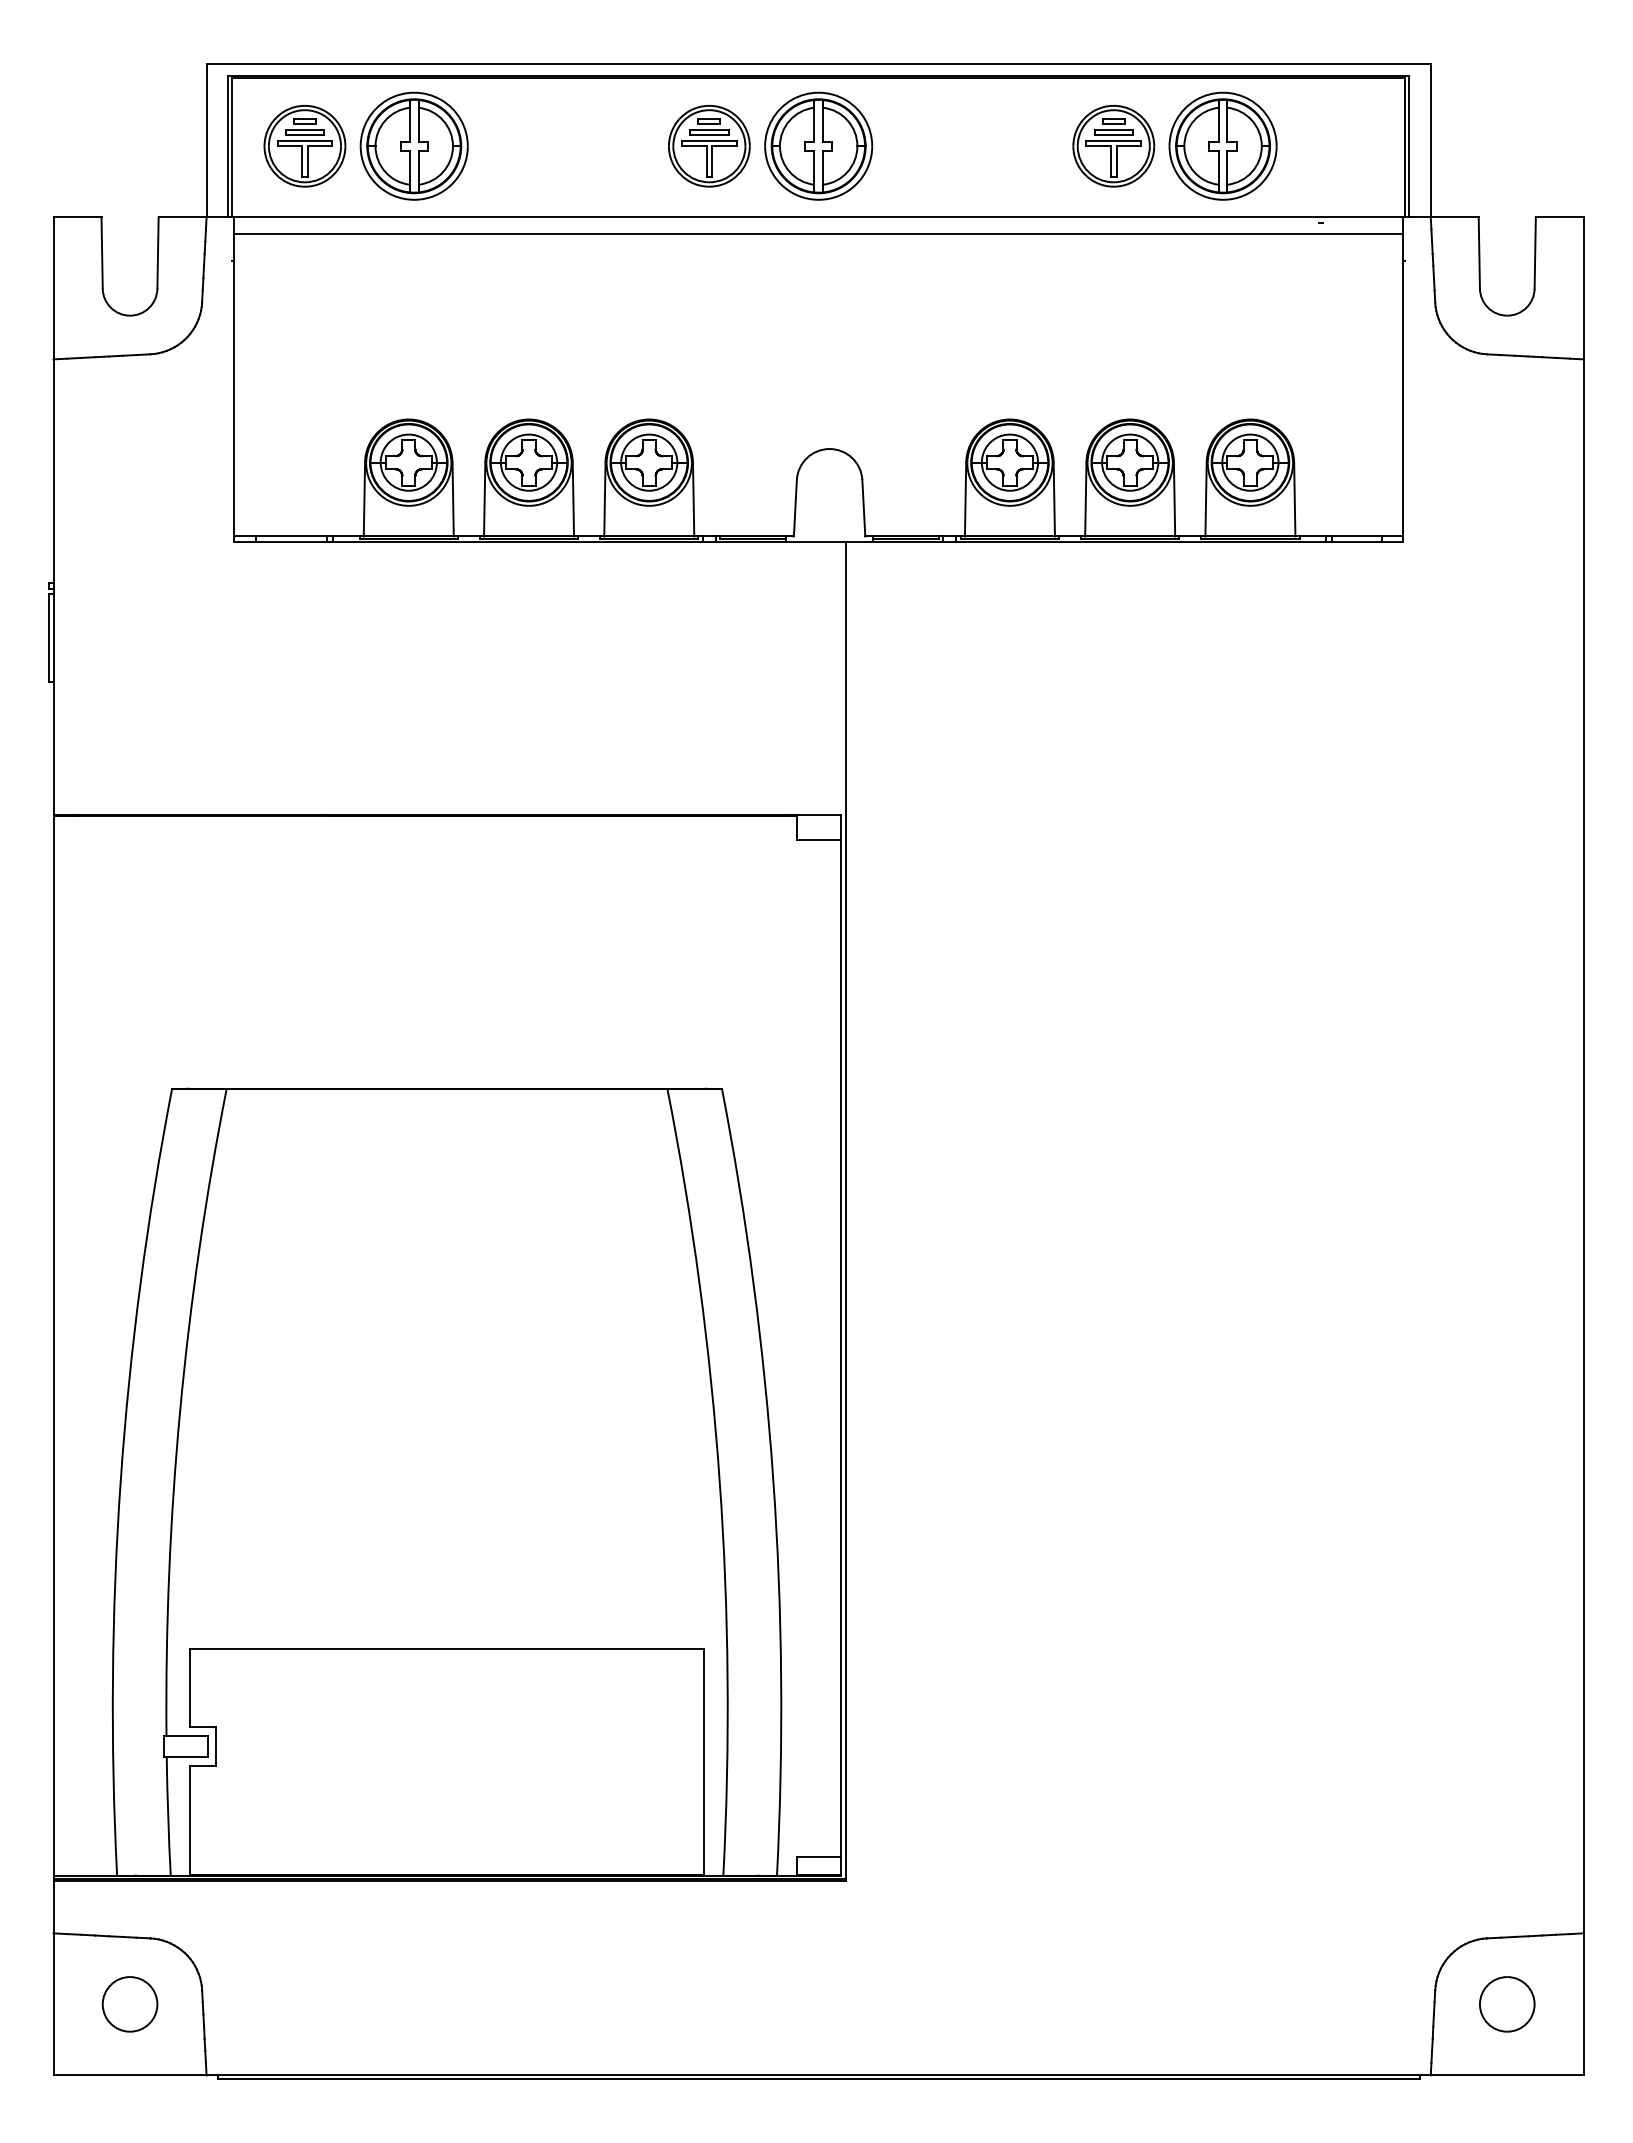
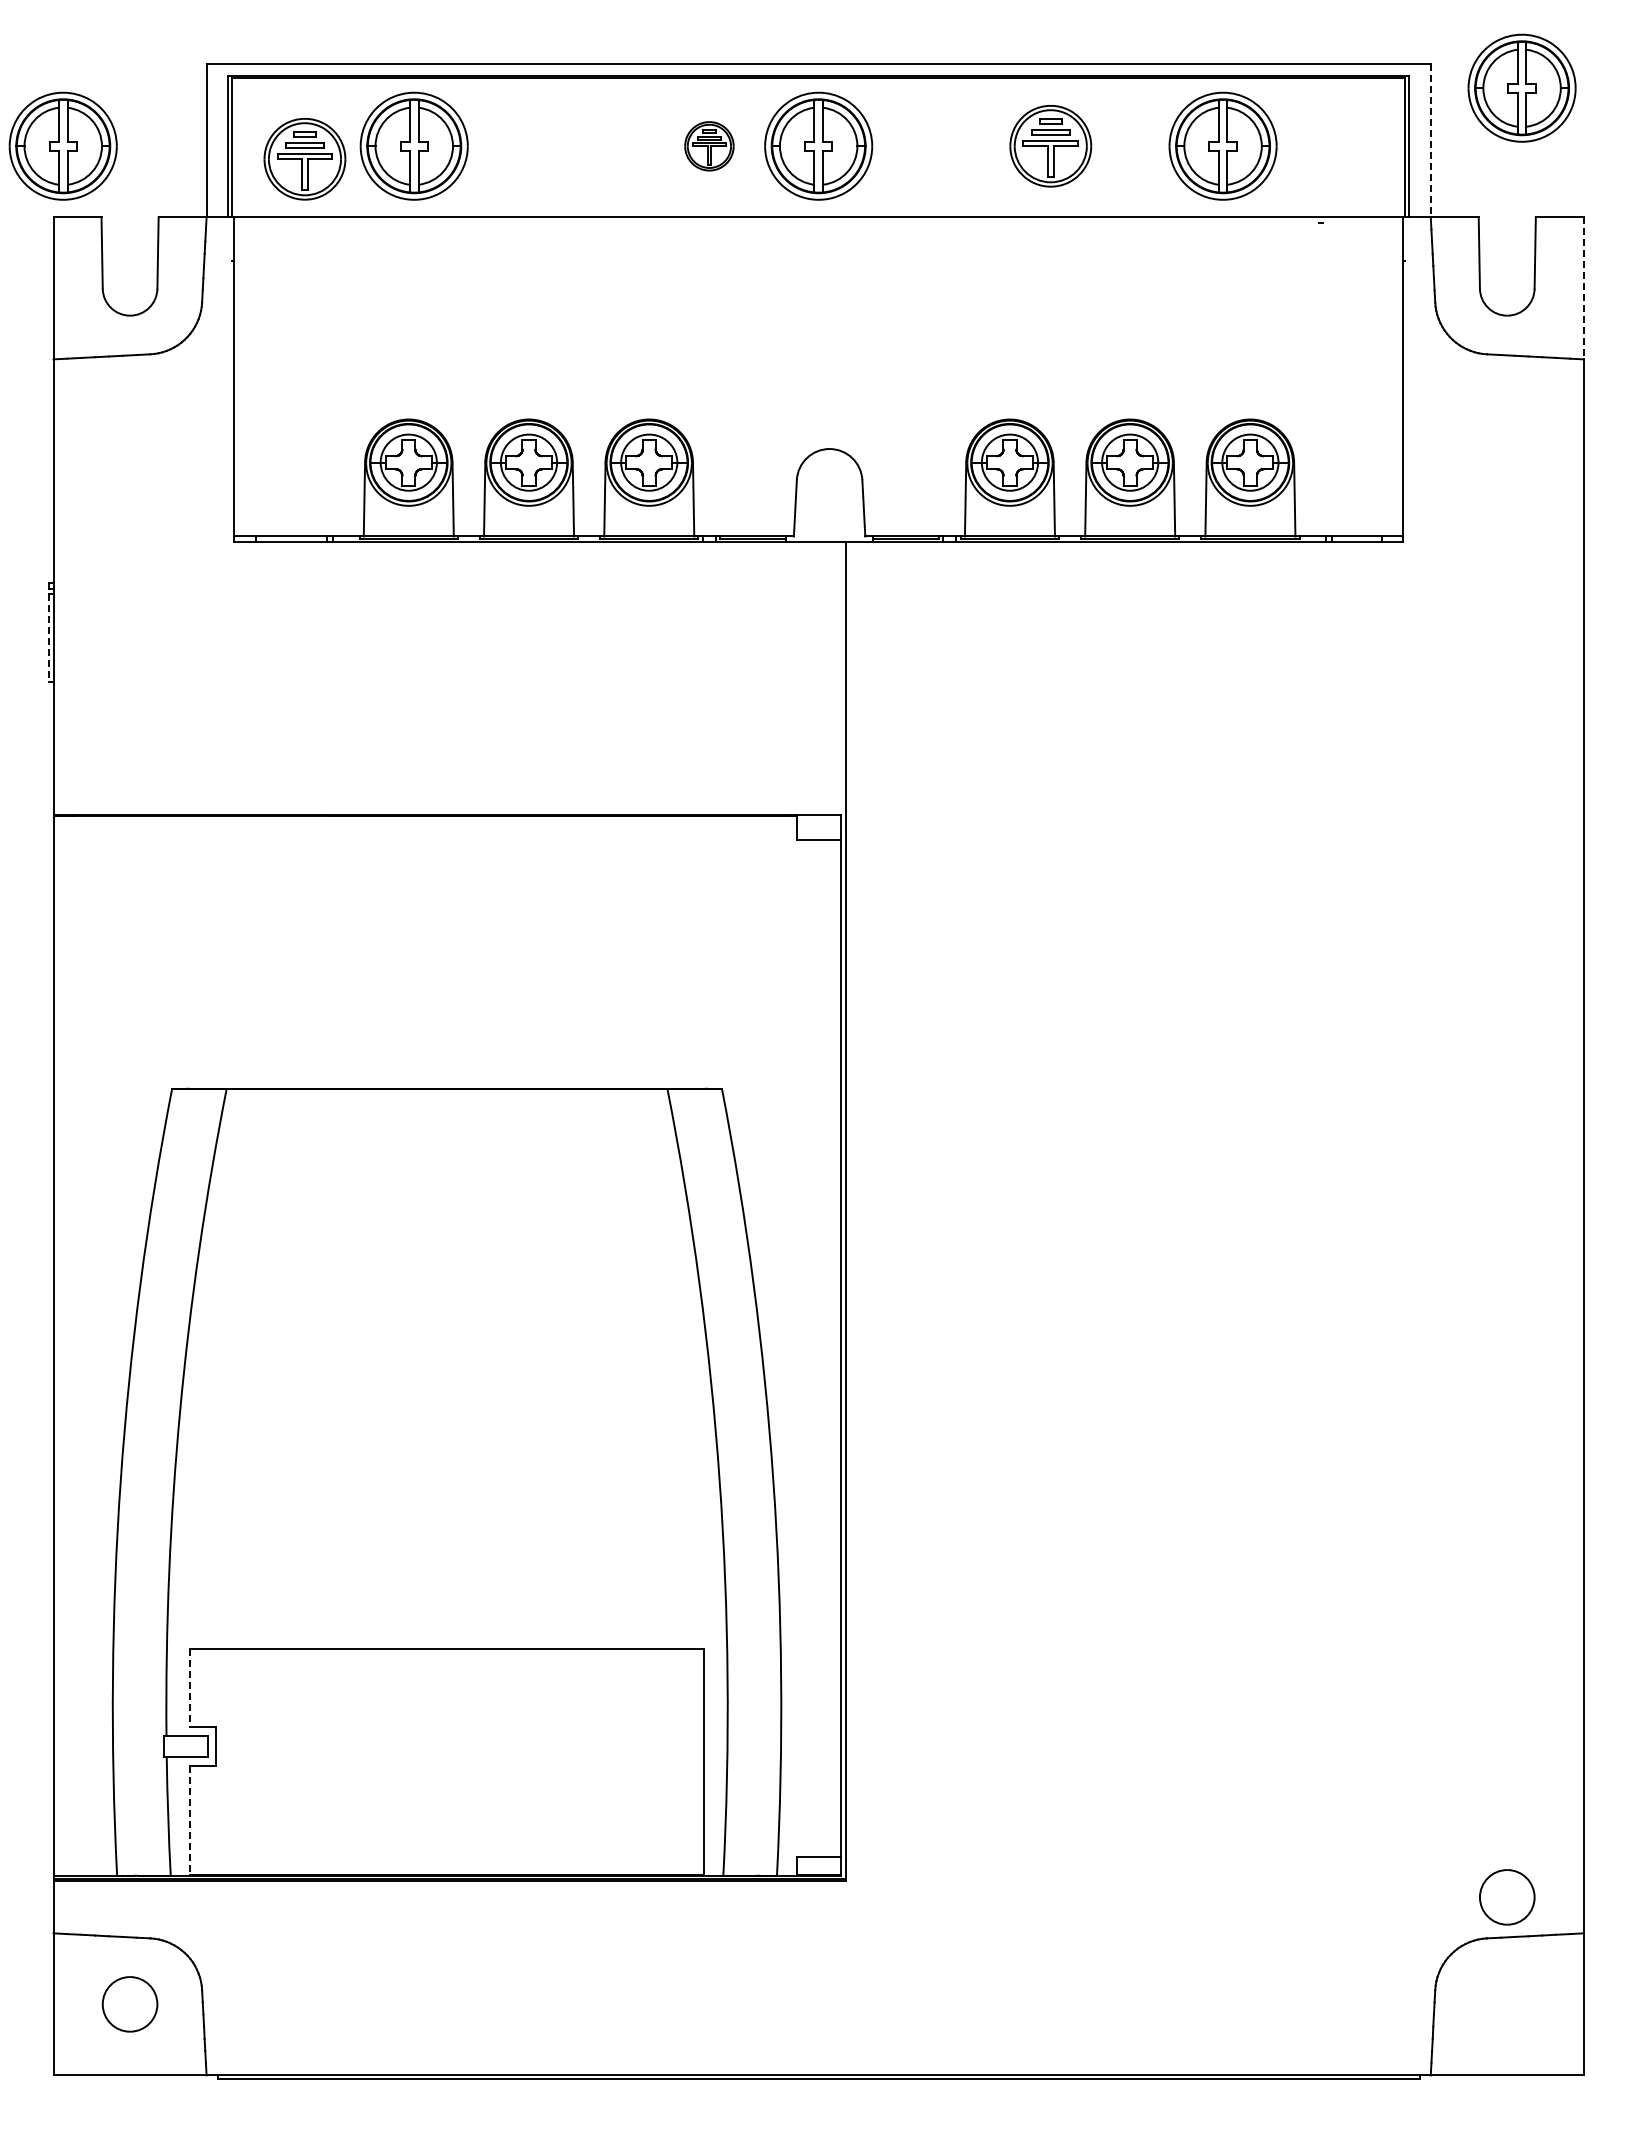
part at (1521, 87): none -> present
line at (1430, 140): solid -> dashed
part at (62, 145): none -> present
part at (304, 146) position: (304, 146) -> (304, 159)
part at (709, 146) size: 83x83 px -> 51x51 px
part at (1113, 146) position: (1113, 146) -> (1050, 146)
line at (818, 233): present -> none
line at (1583, 288): solid -> dashed
line at (49, 638): solid -> dashed
line at (190, 1688): solid -> dashed
line at (190, 1820): solid -> dashed
part at (1507, 2004) position: (1507, 2004) -> (1507, 1897)
